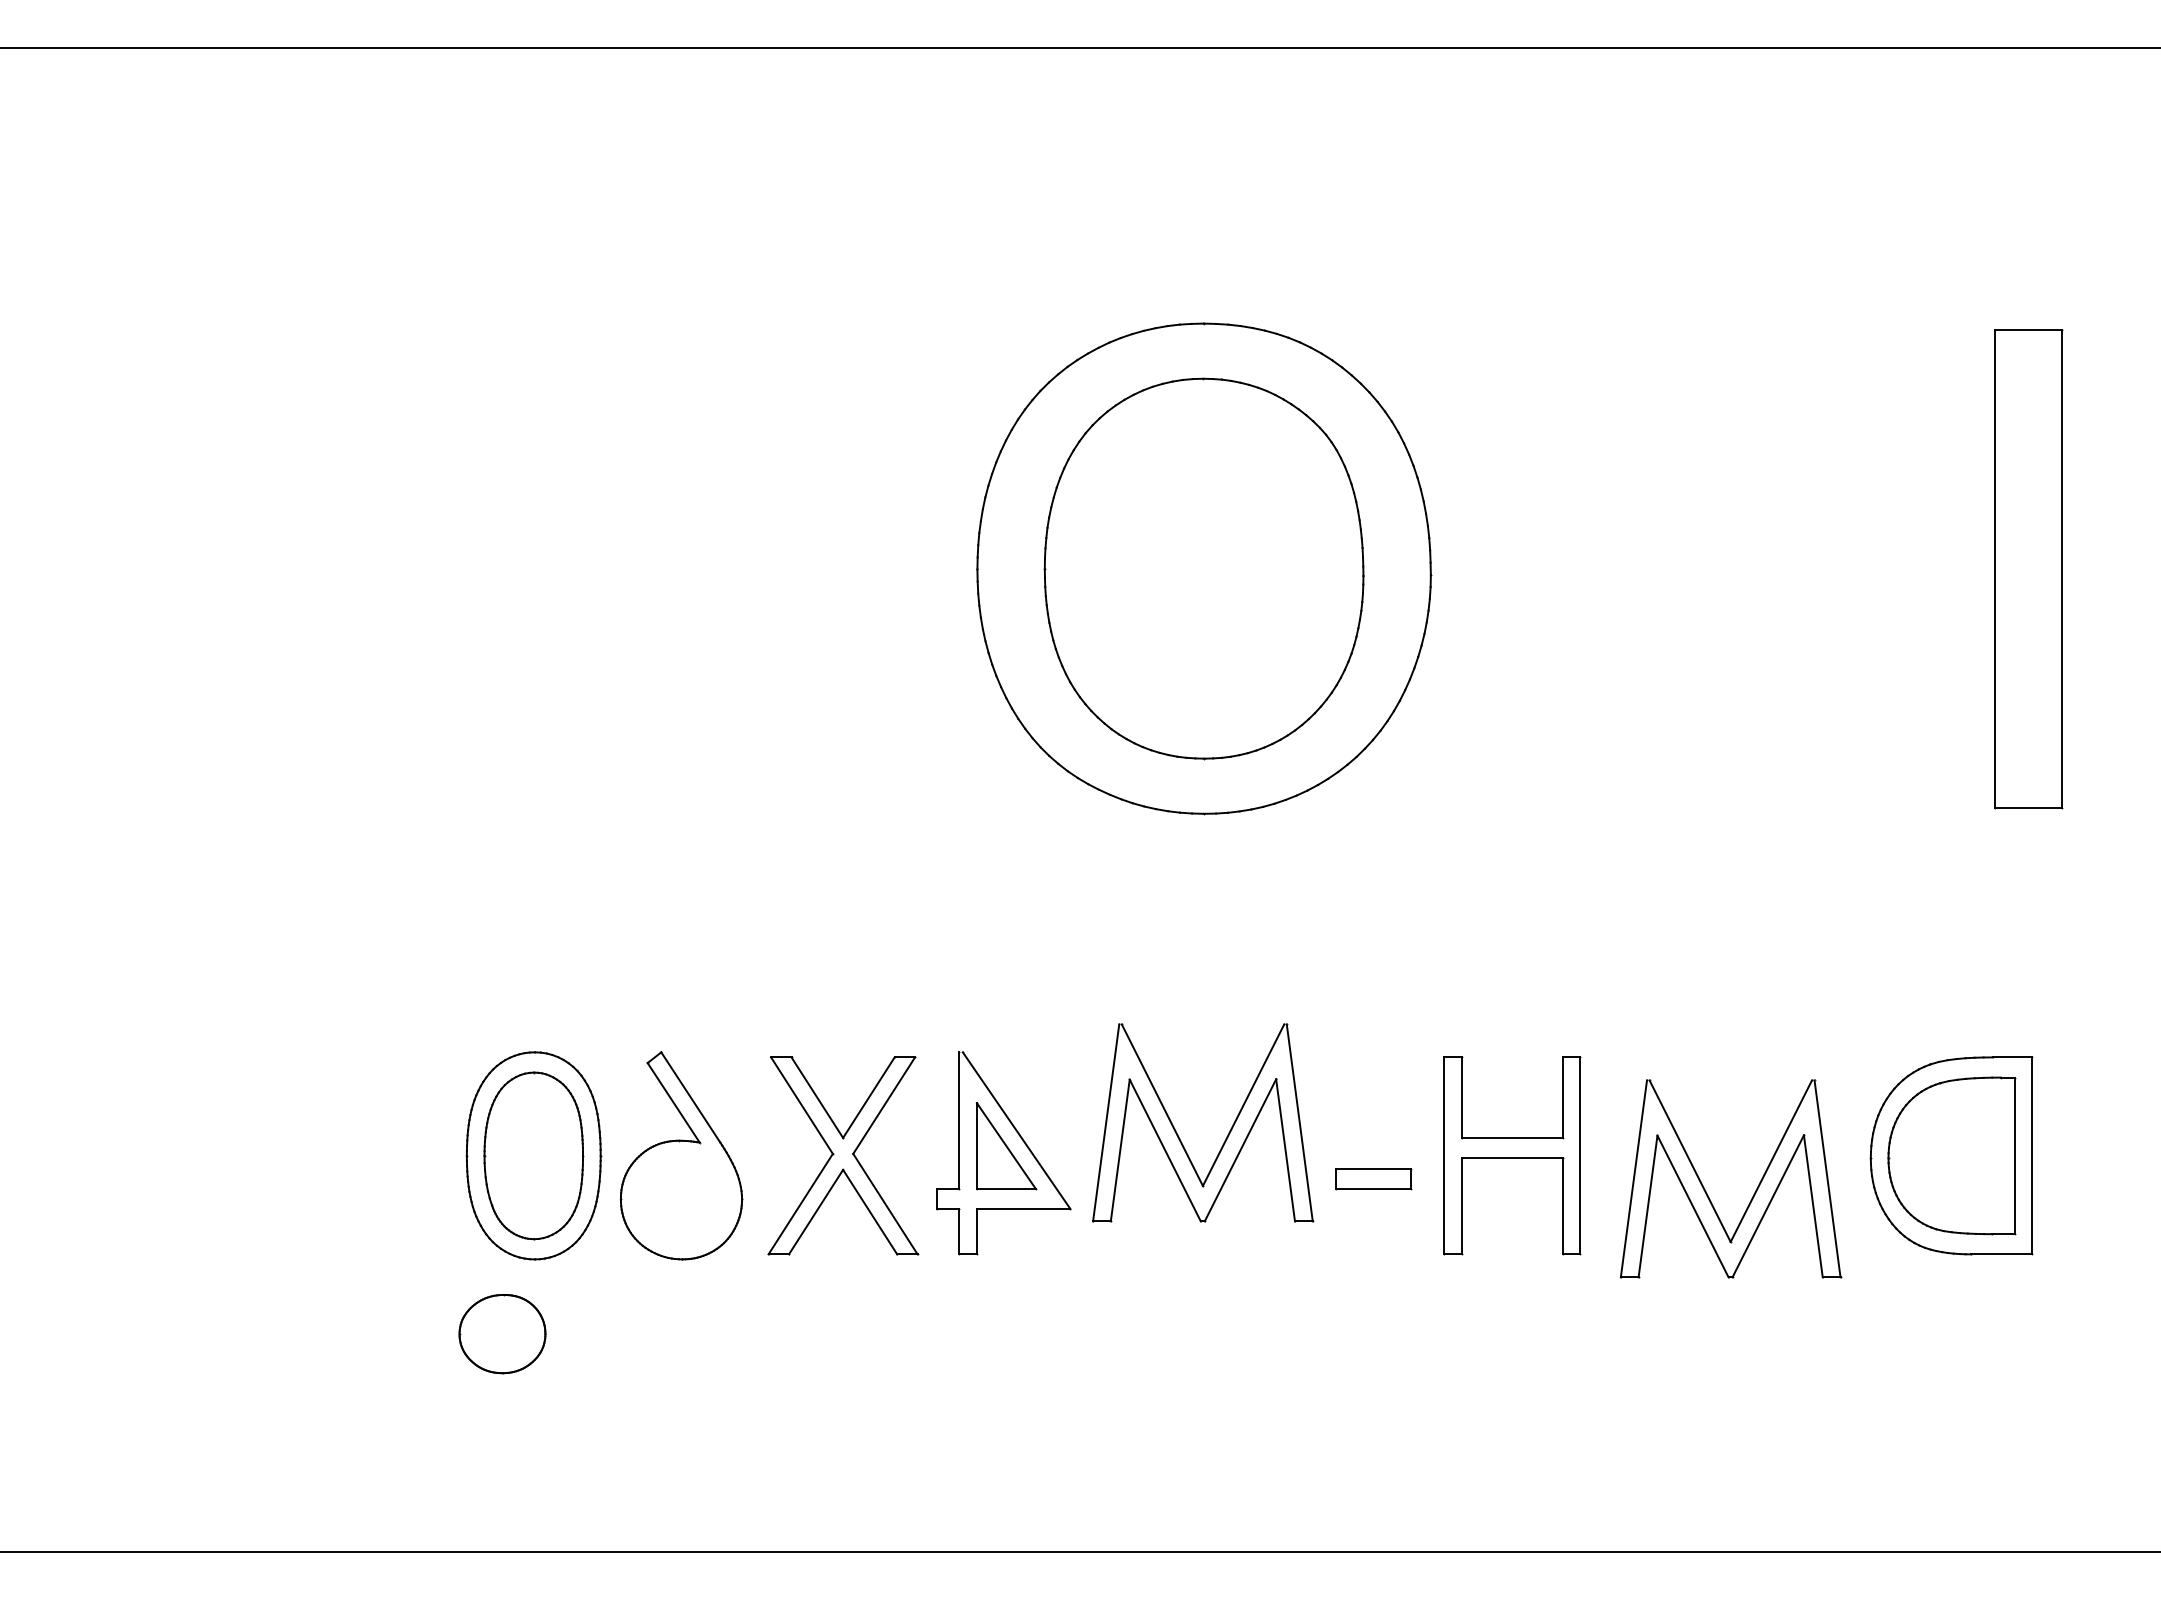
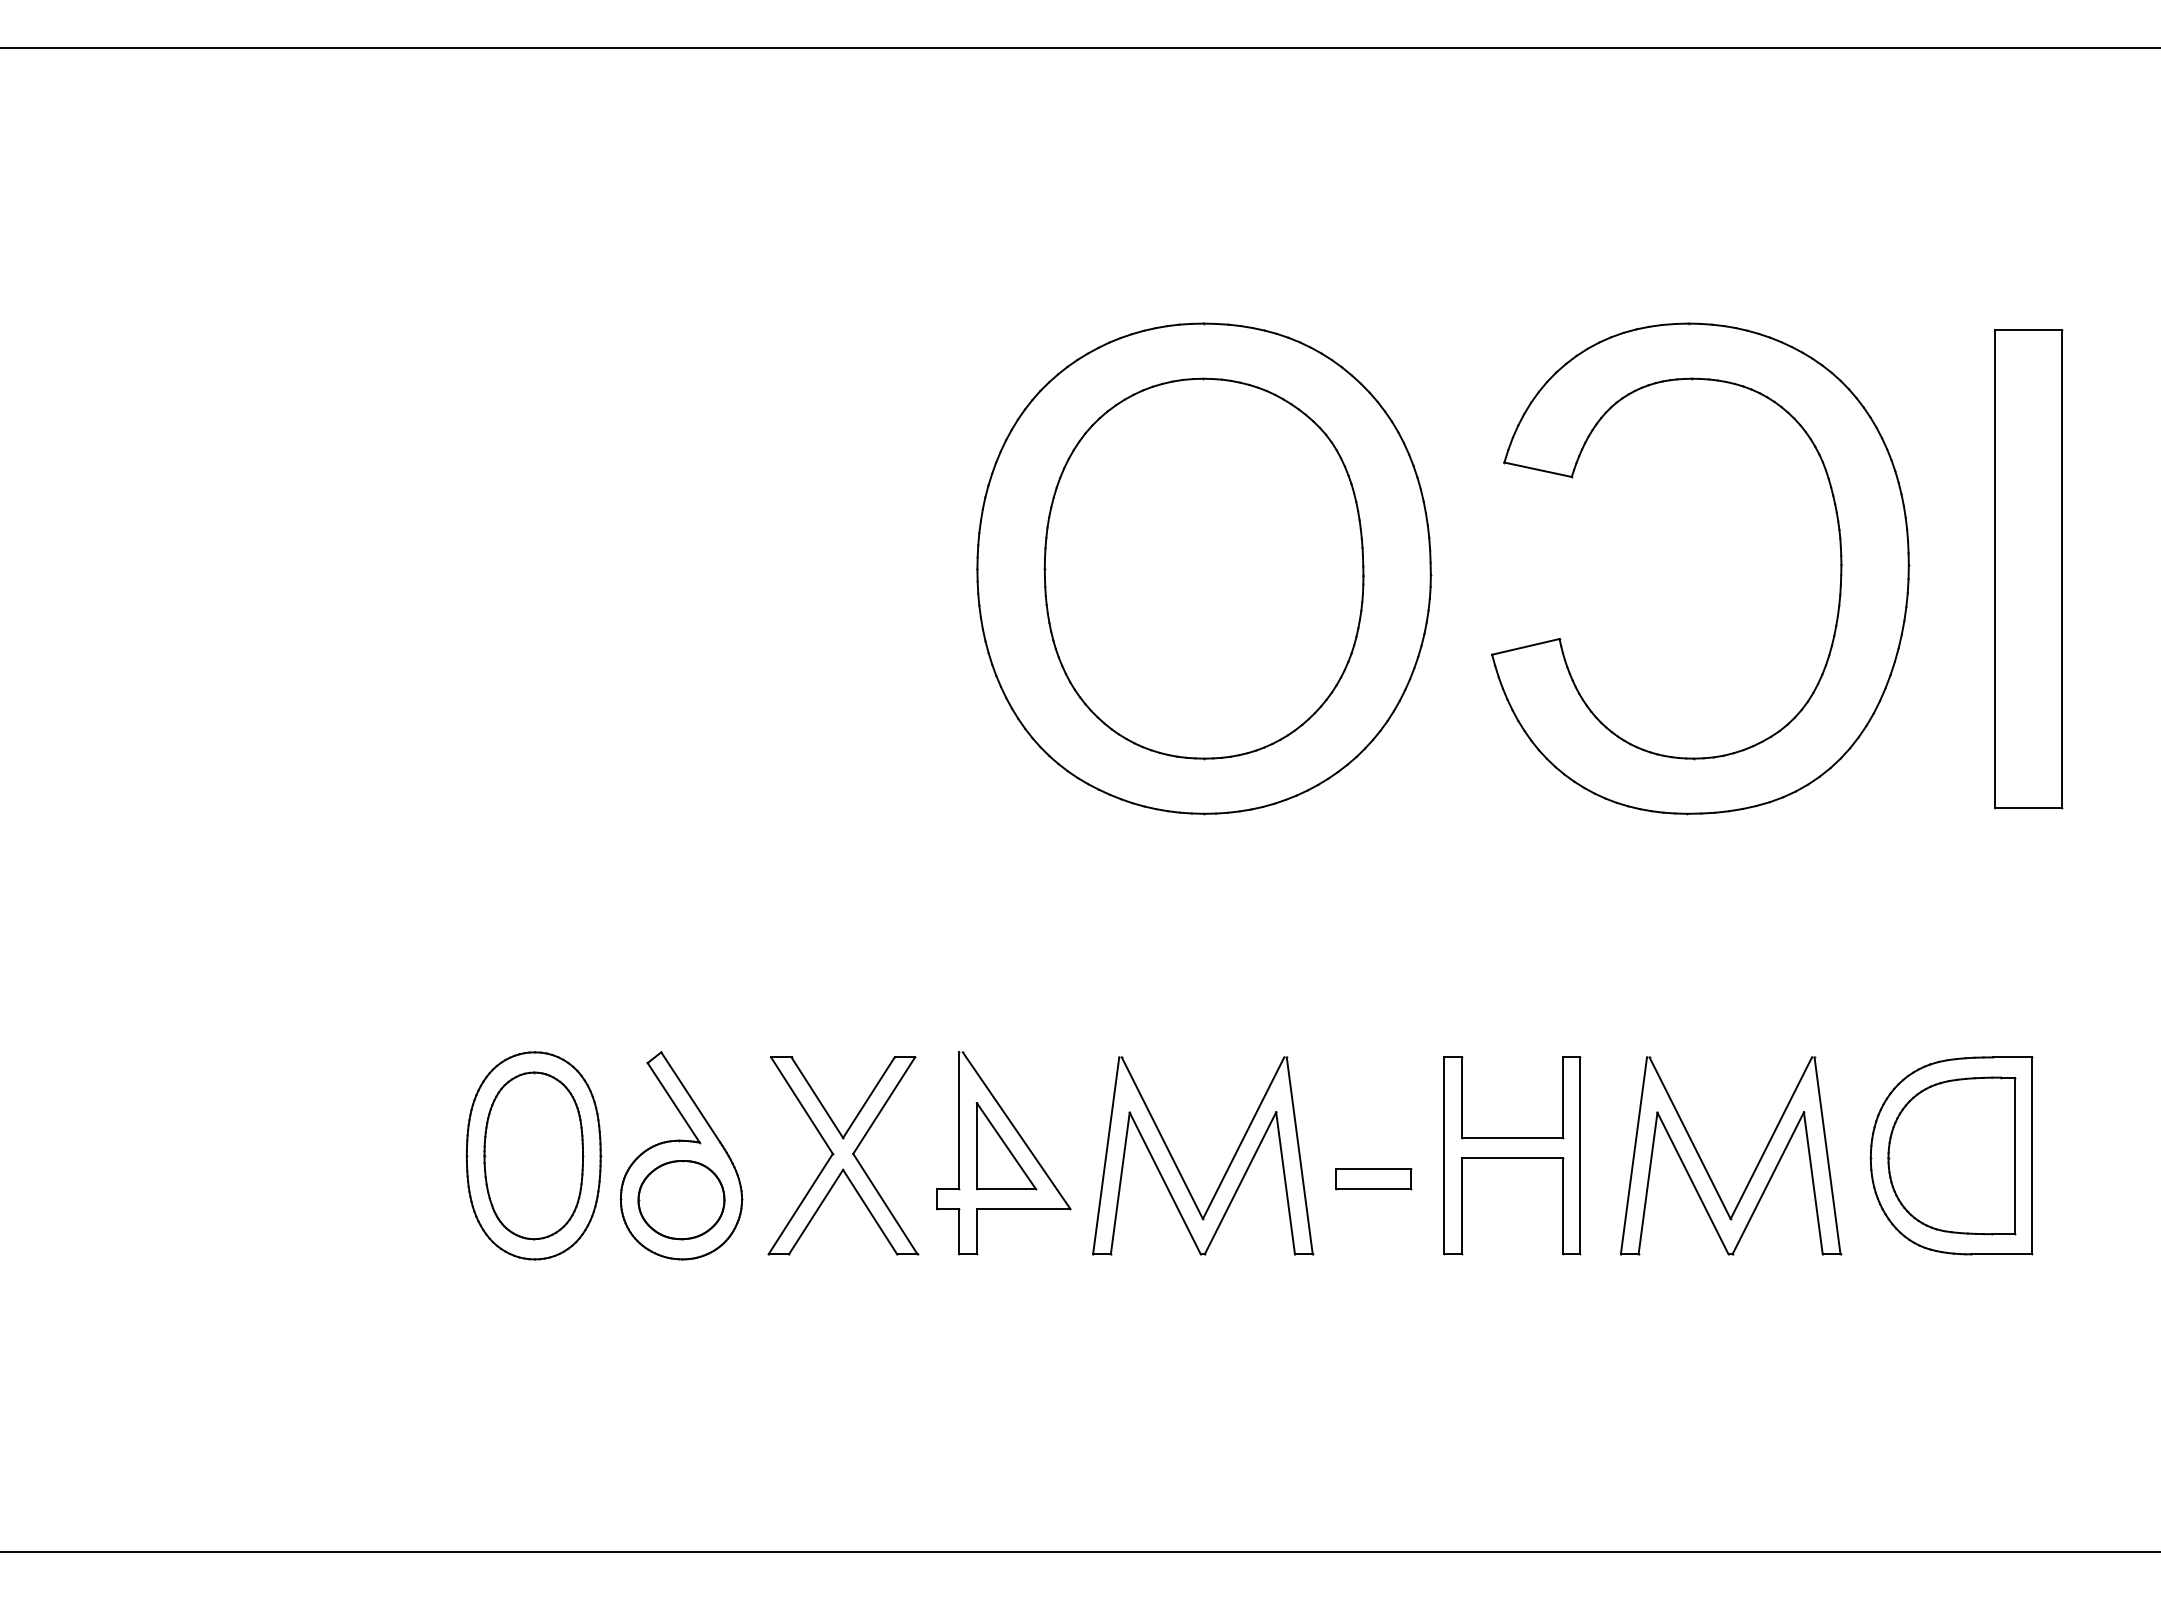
part at (1840, 568): none -> present
part at (1227, 1134) position: (1227, 1134) -> (1227, 1167)
part at (1706, 1191) position: (1706, 1191) -> (1706, 1168)
part at (502, 1334) position: (502, 1334) -> (681, 1200)
